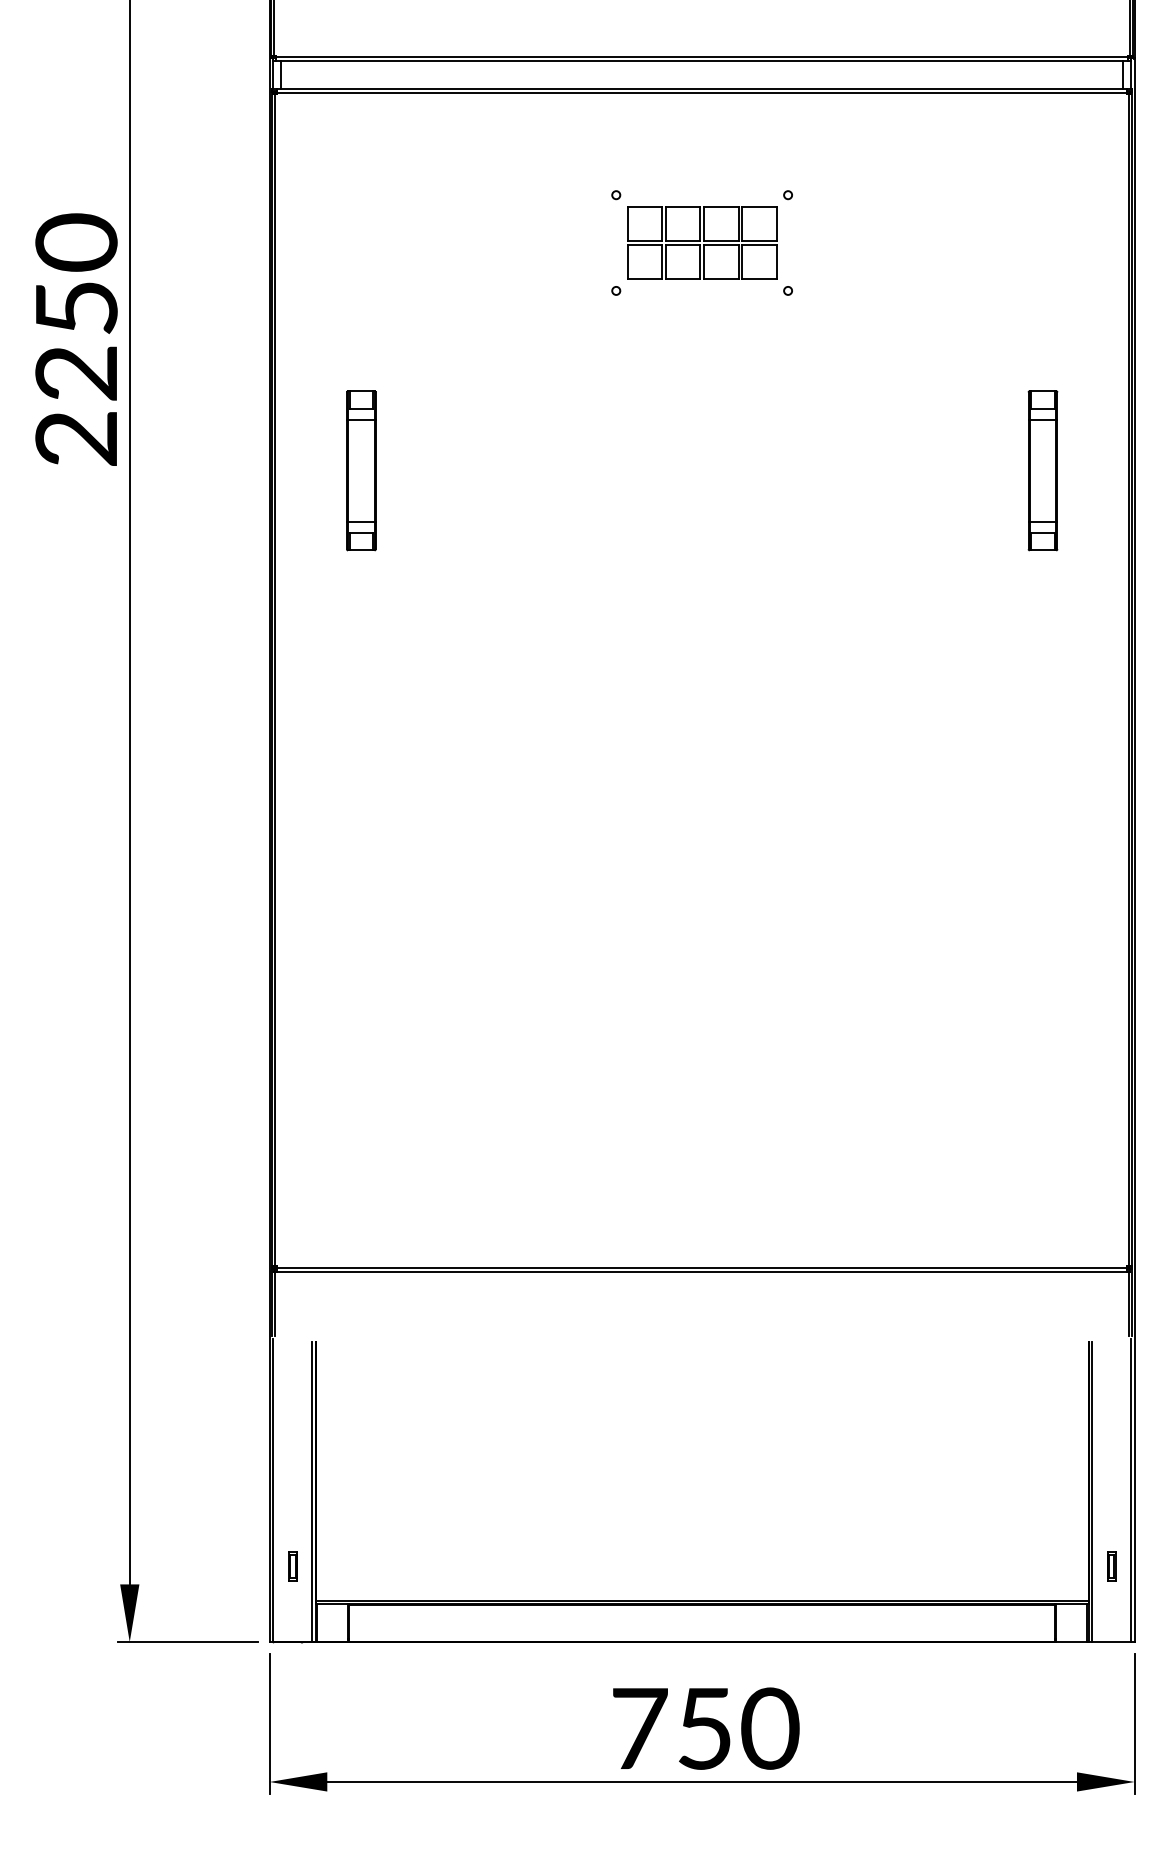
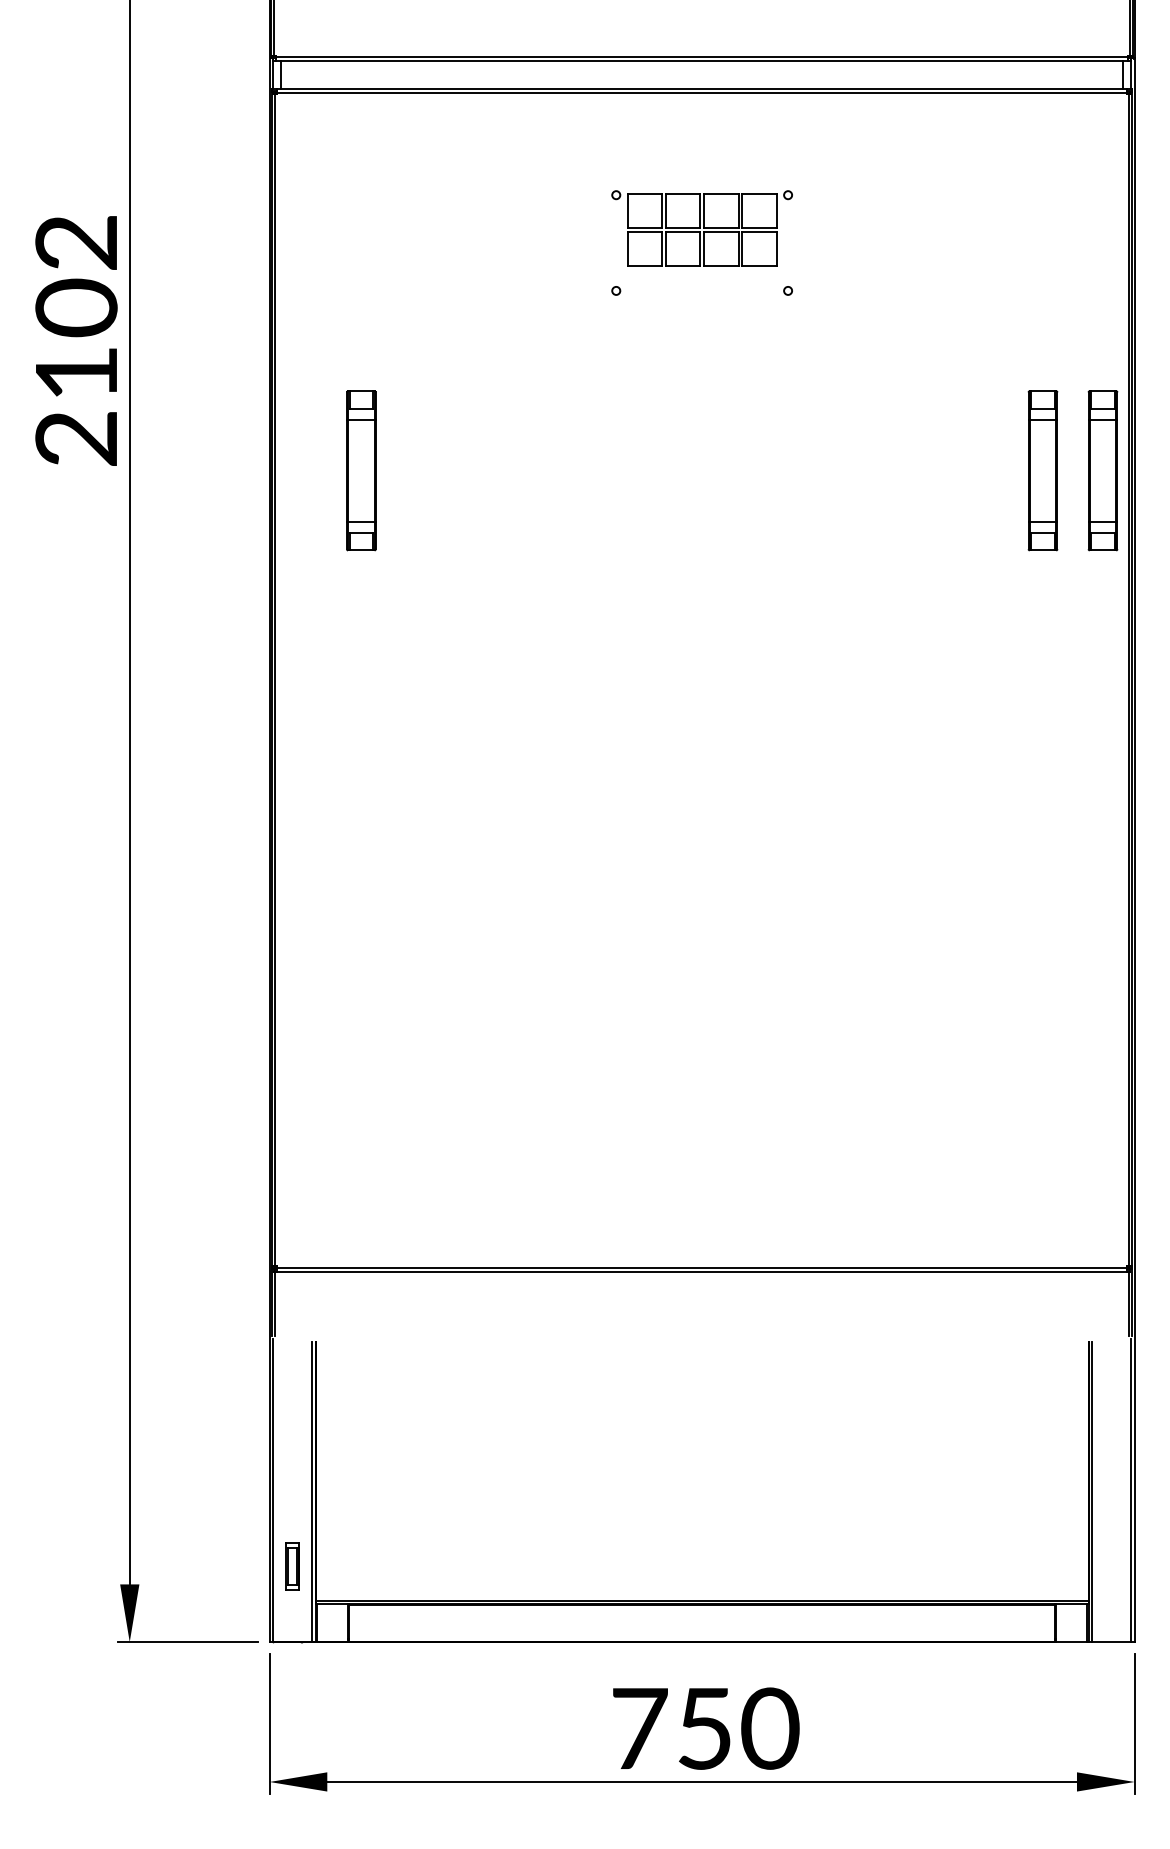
part at (702, 242) position: (702, 242) -> (702, 229)
text at (76, 306): 2250 -> 2102
part at (1102, 470): none -> present
part at (292, 1566) size: 10x31 px -> 15x49 px
part at (1111, 1566): present -> none
